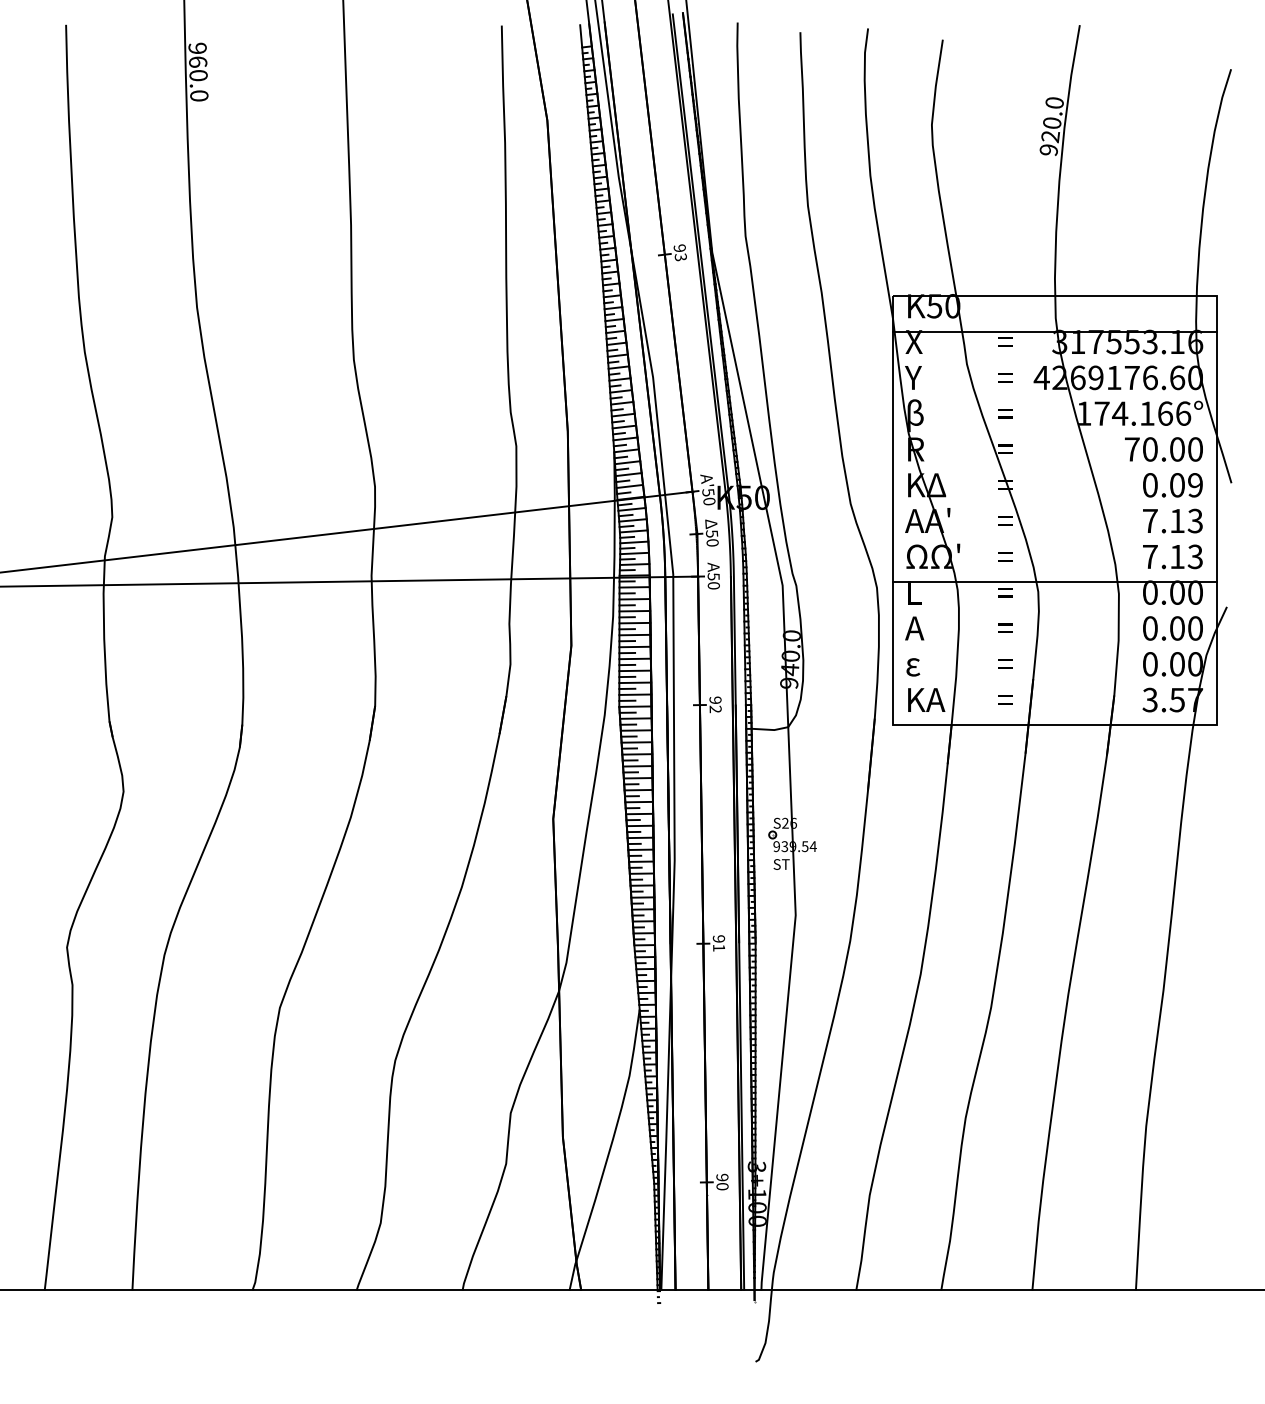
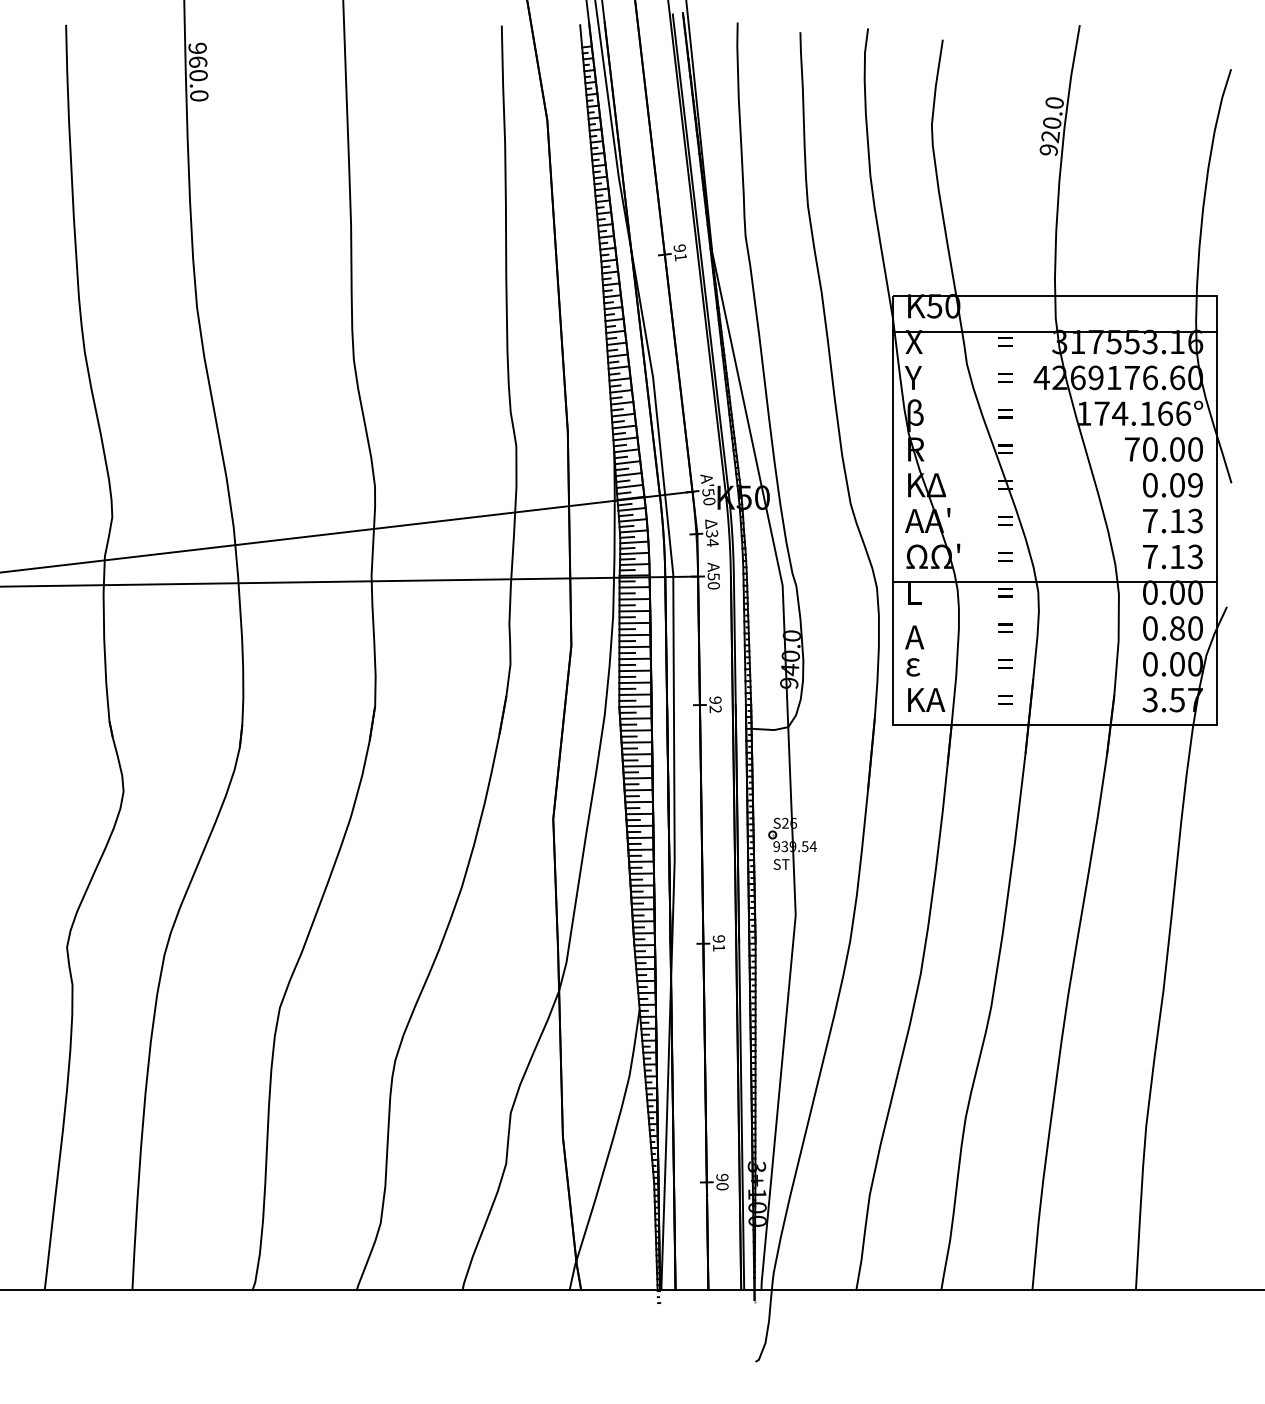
text at (680, 257): 93 -> 91
text at (712, 538): 50 -> 34
text at (914, 628) position: (914, 628) -> (914, 637)
text at (1177, 628): 0.00 -> 0.80
